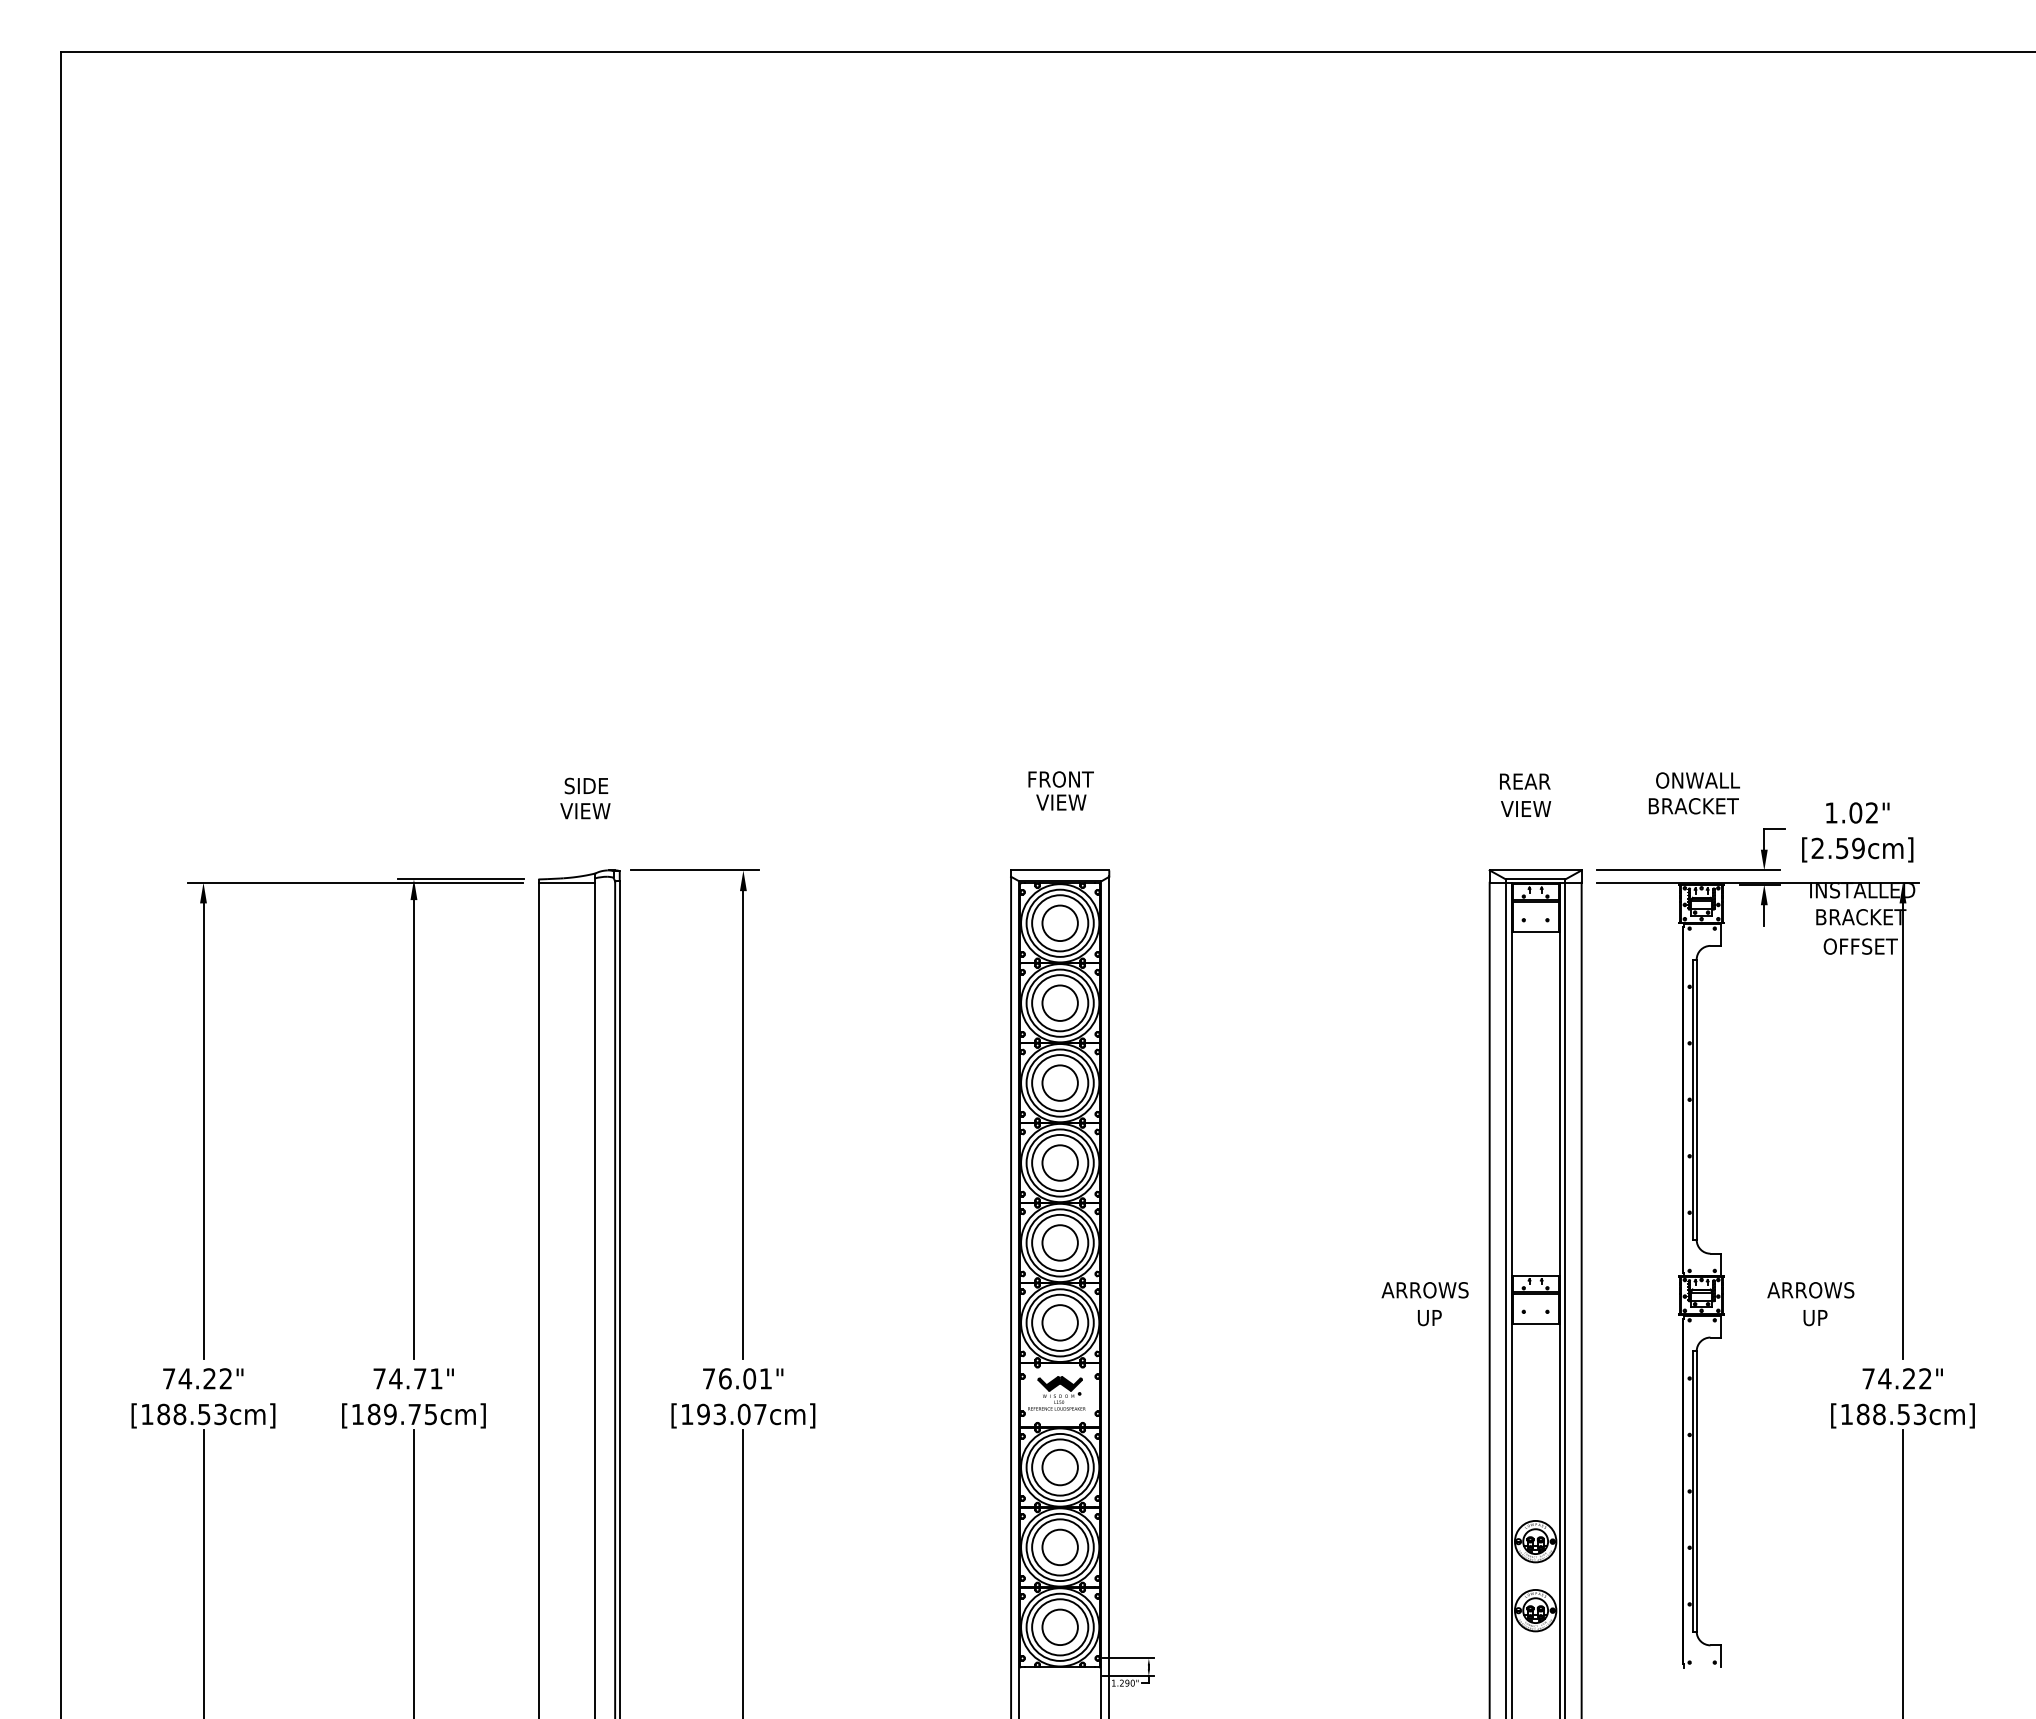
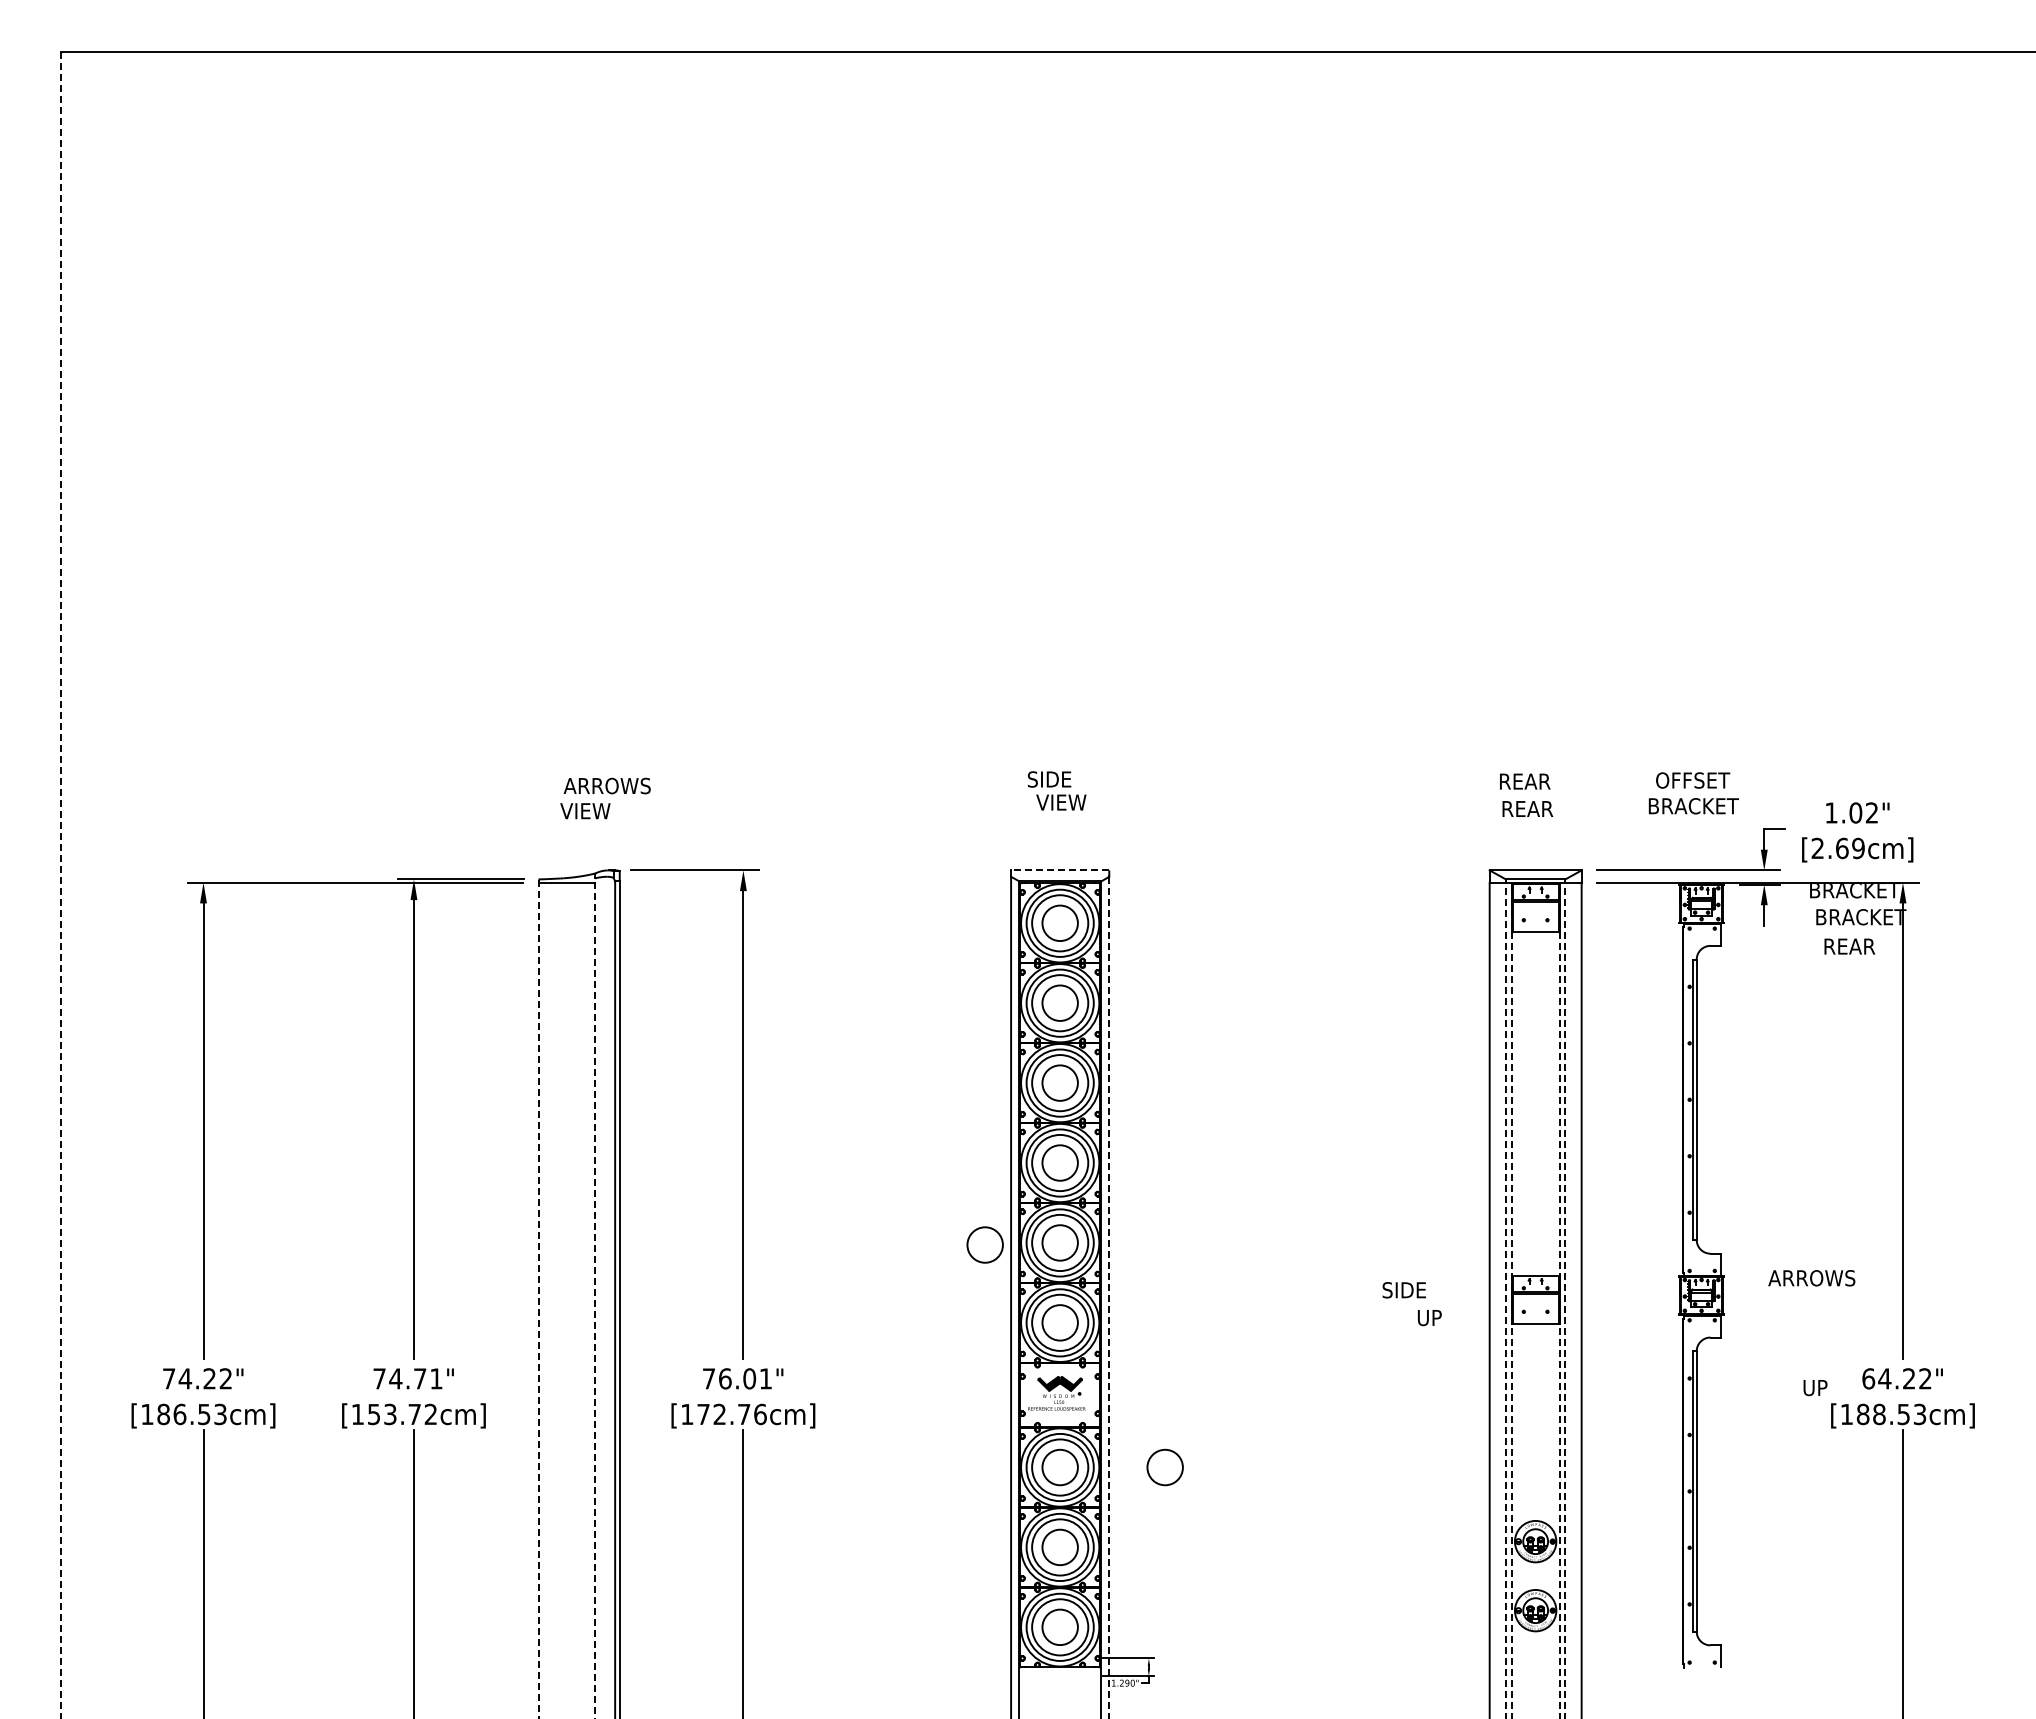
text at (1060, 779): FRONT -> SIDE
text at (1707, 780): ONWALL -> OFFSET
text at (606, 785): SIDE -> ARROWS
text at (1527, 808): VIEW -> REAR
text at (1842, 848): [2.59cm] -> [2.69cm]
line at (1059, 870): solid -> dashed
line at (61, 885): solid -> dashed
text at (1863, 891): INSTALLED -> BRACKET
text at (1860, 946): OFFSET -> REAR
circle at (984, 1244): none -> present
text at (1424, 1290): ARROWS -> SIDE
text at (1810, 1290) position: (1810, 1290) -> (1811, 1278)
line at (1109, 1297): solid -> dashed
line at (538, 1298): solid -> dashed
line at (595, 1298): solid -> dashed
line at (1505, 1300): solid -> dashed
line at (1511, 1300): solid -> dashed
line at (1559, 1300): solid -> dashed
line at (1565, 1300): solid -> dashed
text at (1815, 1318) position: (1815, 1318) -> (1815, 1388)
text at (1868, 1378): 74.22" -> 64.22"
text at (179, 1413): [188.53cm] -> [186.53cm]
text at (401, 1414): [189.75cm] -> [153.72cm]
text at (731, 1414): [193.07cm] -> [172.76cm]
circle at (1164, 1467): none -> present
